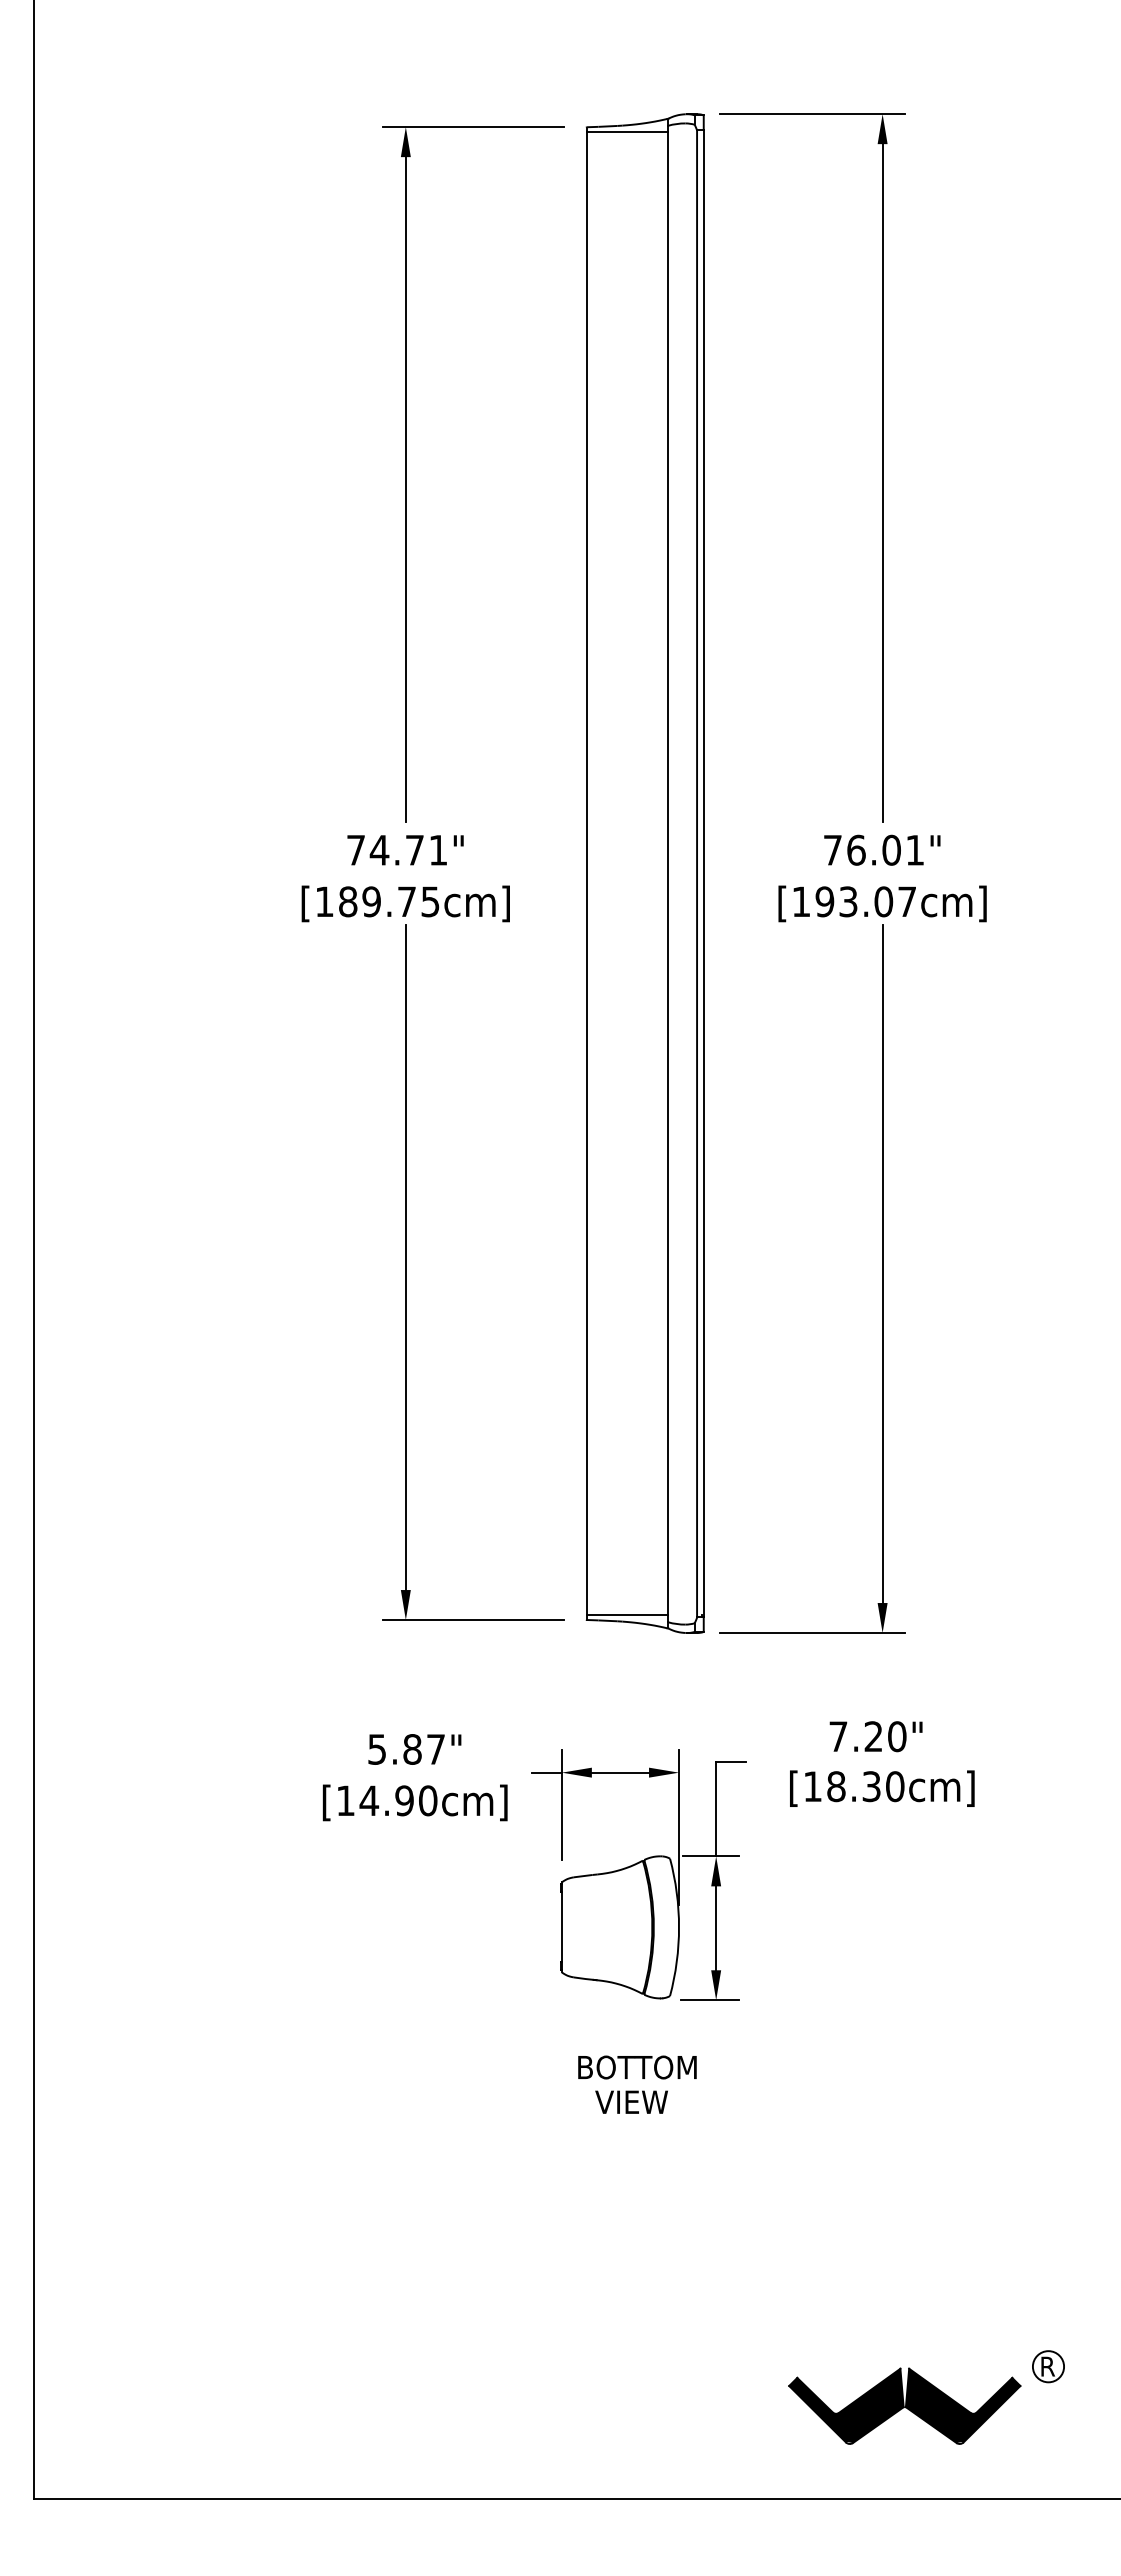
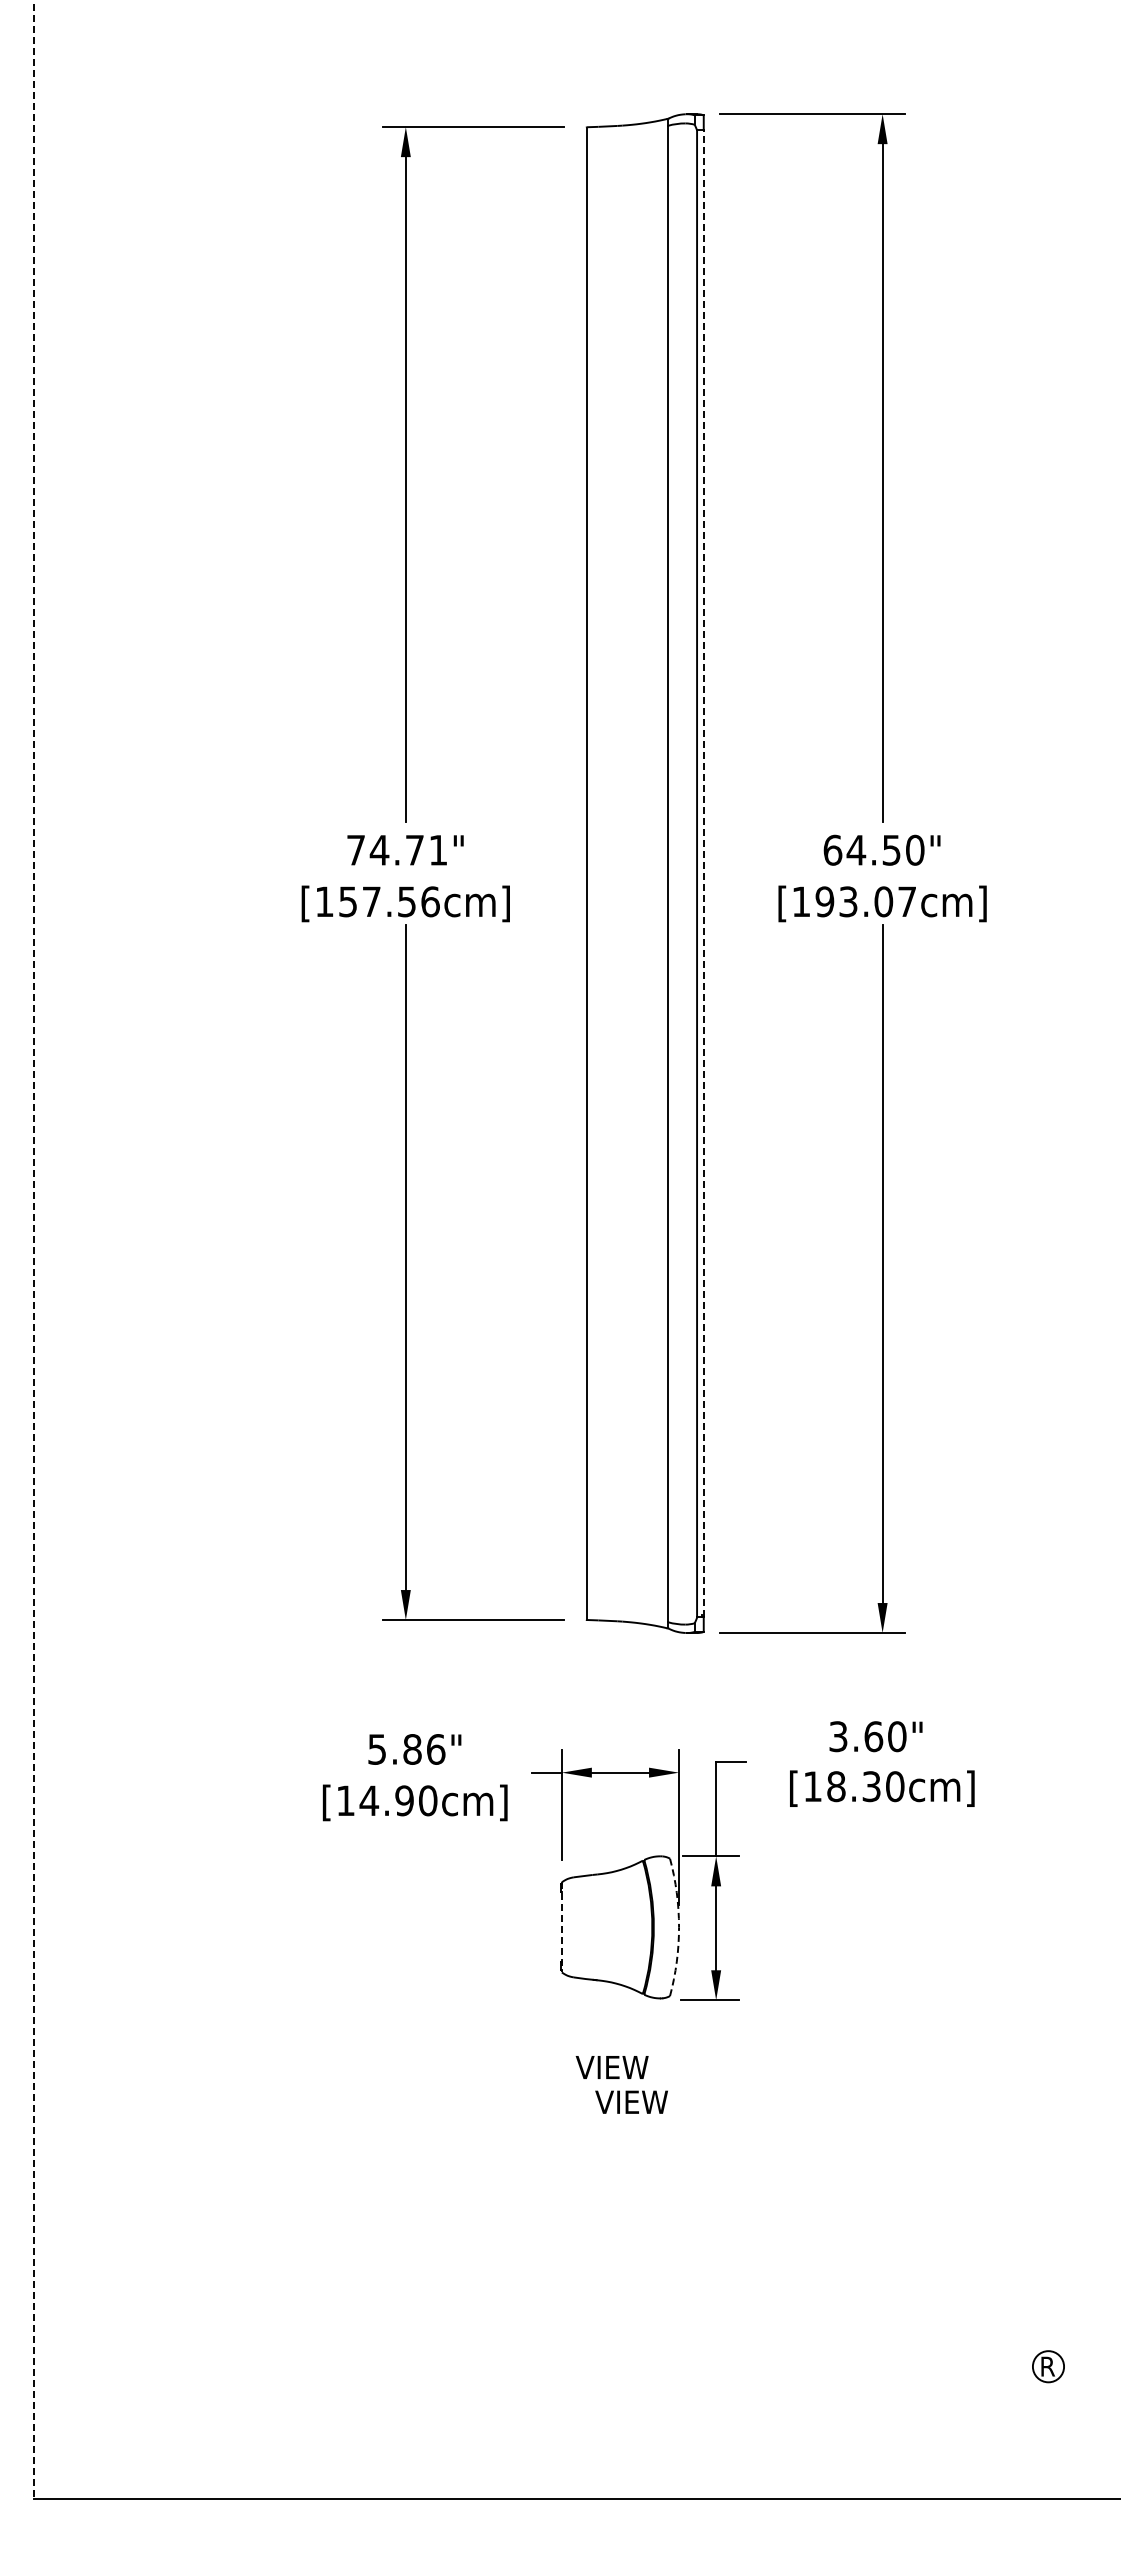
line at (627, 132): present -> none
text at (873, 849): 76.01" -> 64.50"
line at (703, 873): solid -> dashed
text at (389, 901): [189.75cm] -> [157.56cm]
line at (33, 1249): solid -> dashed
line at (627, 1615): present -> none
text at (856, 1736): 7.20" -> 3.60"
text at (436, 1749): 5.87" -> 5.86"
line at (561, 1927): solid -> dashed
arc at (679, 1927): solid -> dashed
text at (635, 2067): BOTTOM -> VIEW
part at (904, 2405): present -> none
